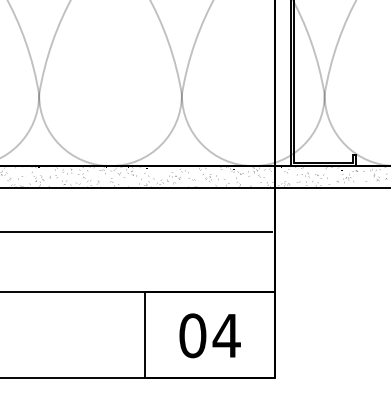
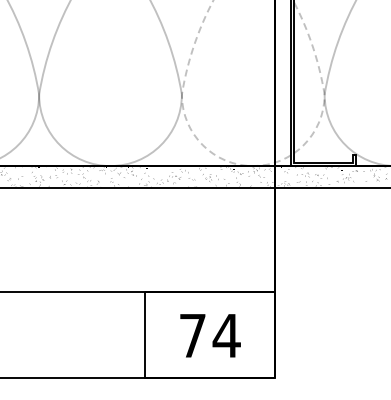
line at (253, 166): solid -> dashed
line at (136, 232): present -> none
text at (192, 335): 04 -> 74
